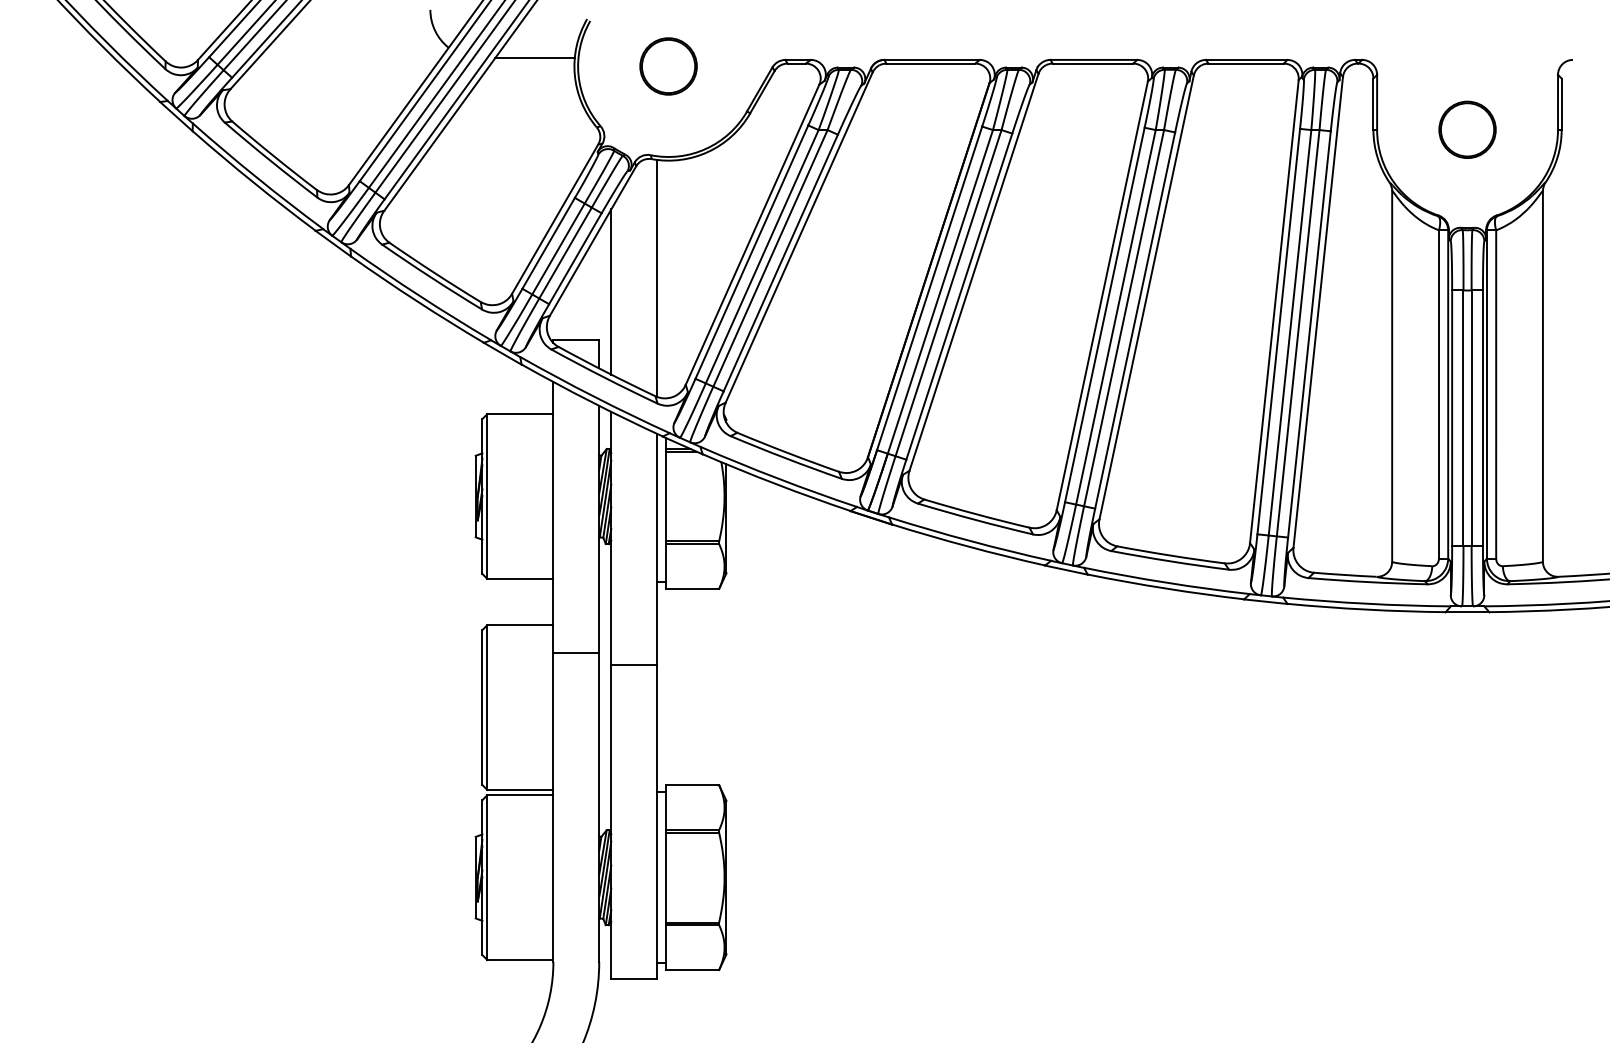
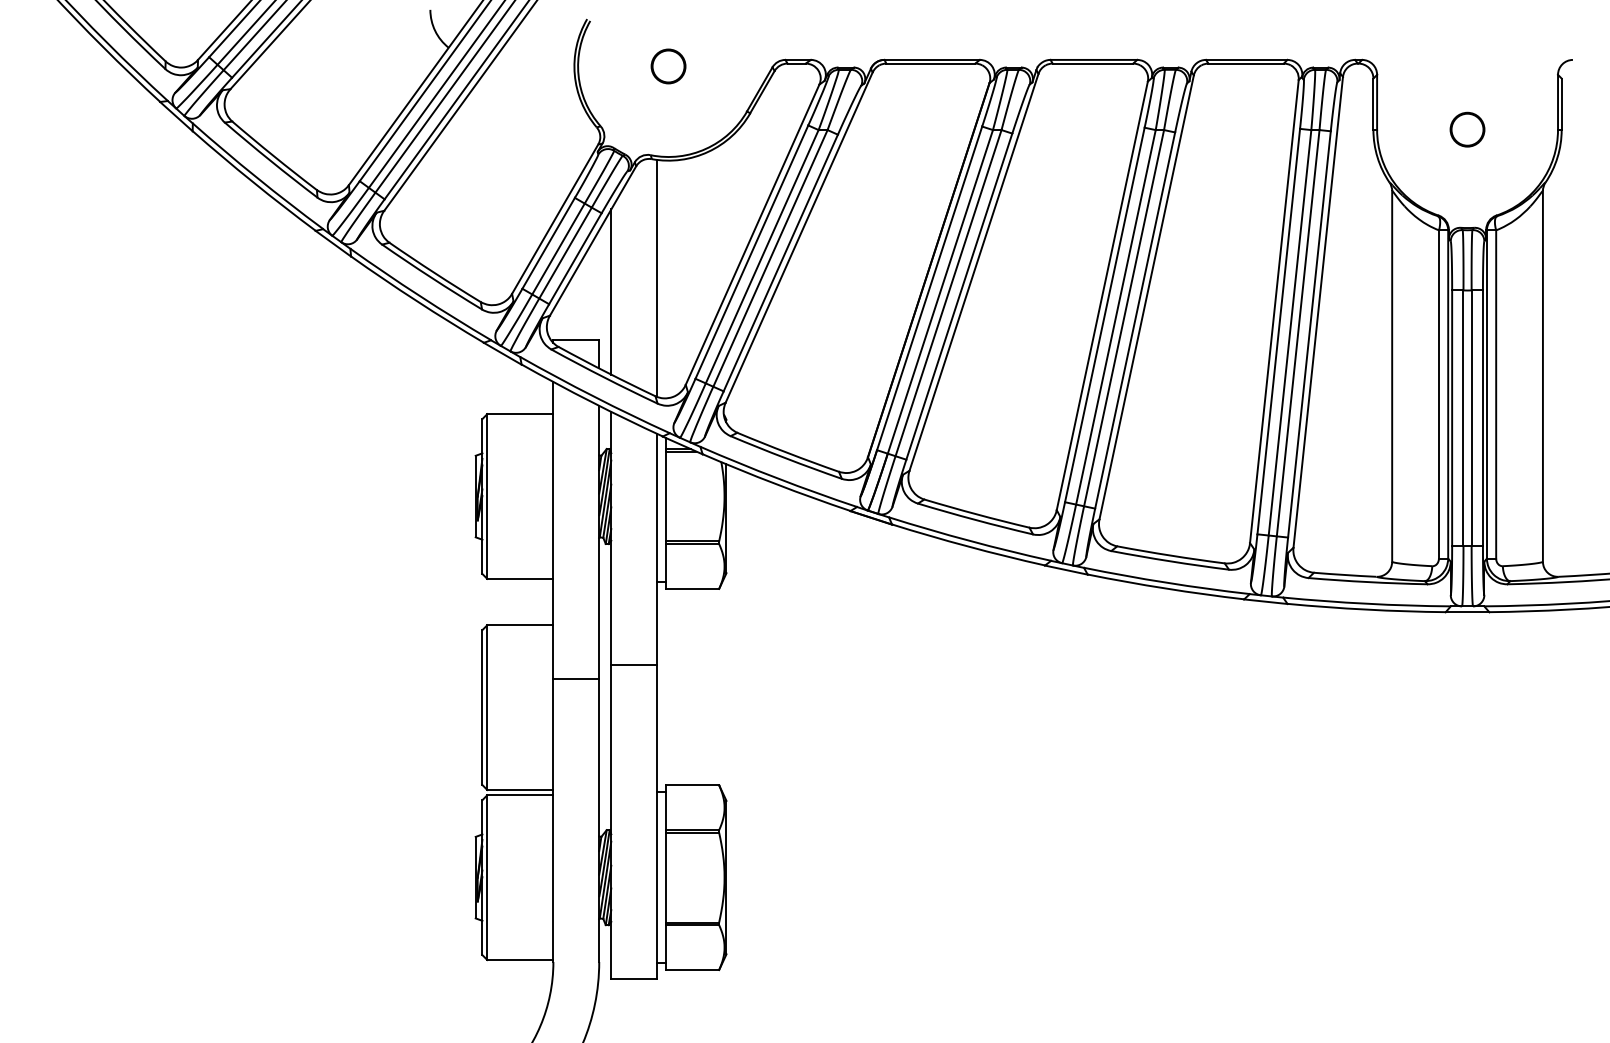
line at (535, 58): present -> none
circle at (668, 66) size: 59x59 px -> 37x37 px
part at (1467, 129) size: 59x59 px -> 37x37 px
line at (576, 653) position: (576, 653) -> (576, 679)
